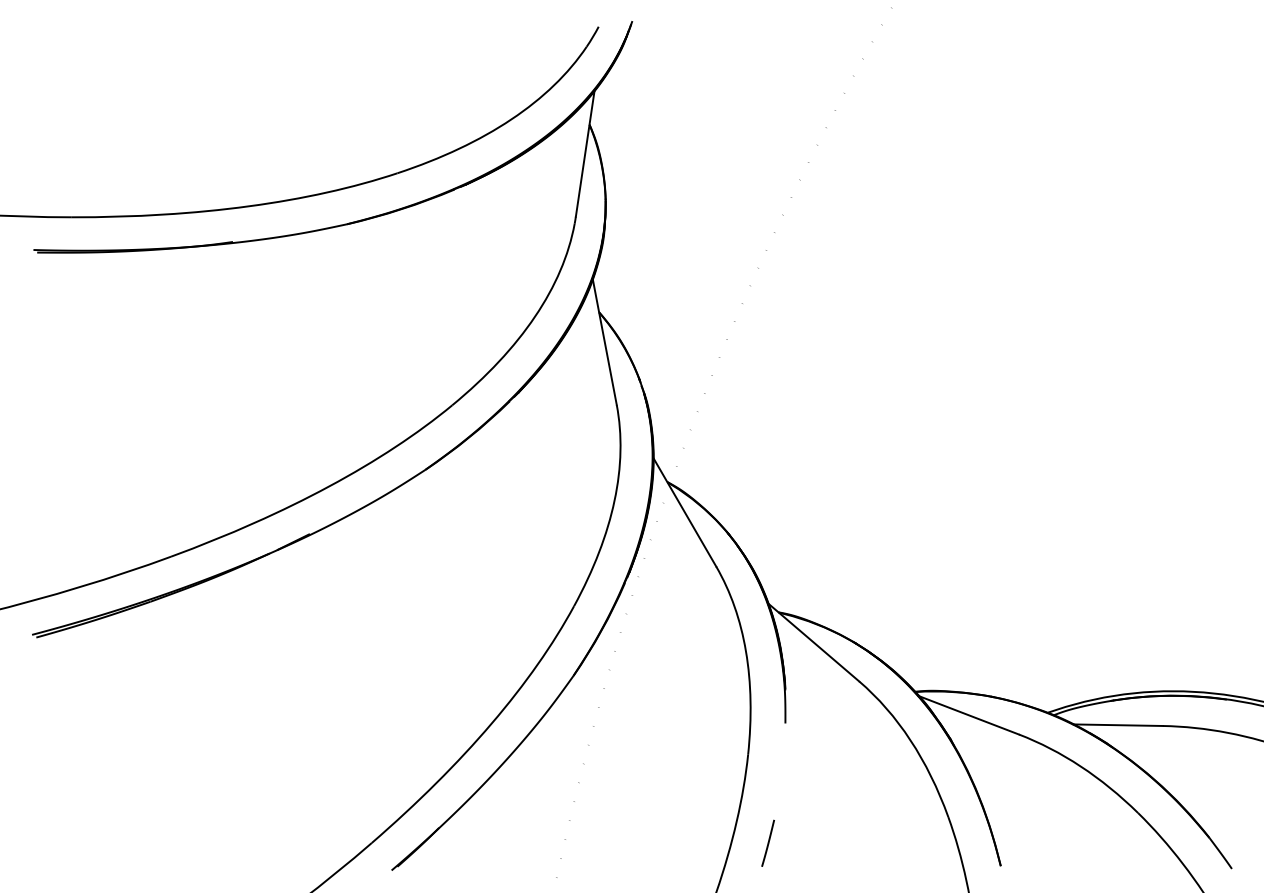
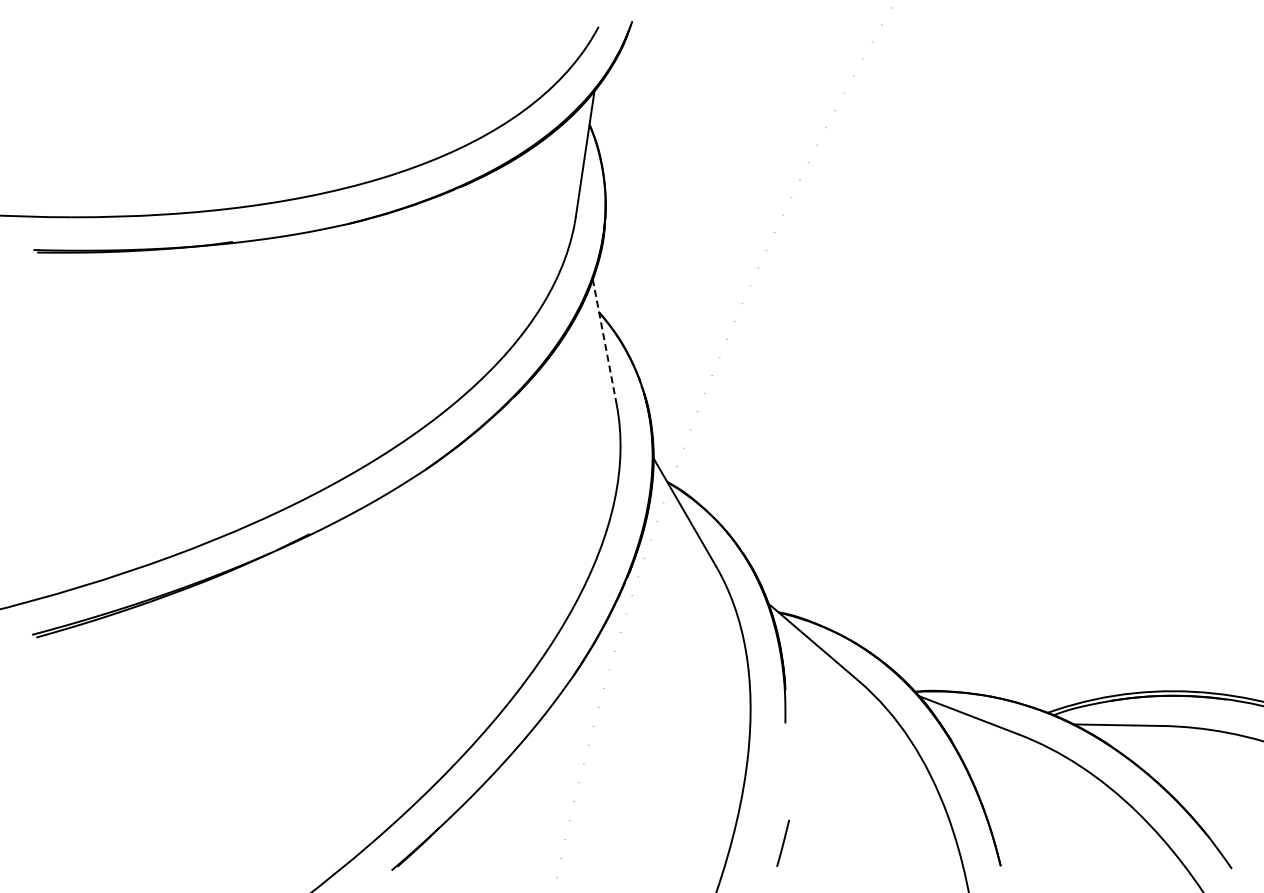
line at (604, 341): solid -> dashed
line at (767, 842) position: (767, 842) -> (782, 842)
